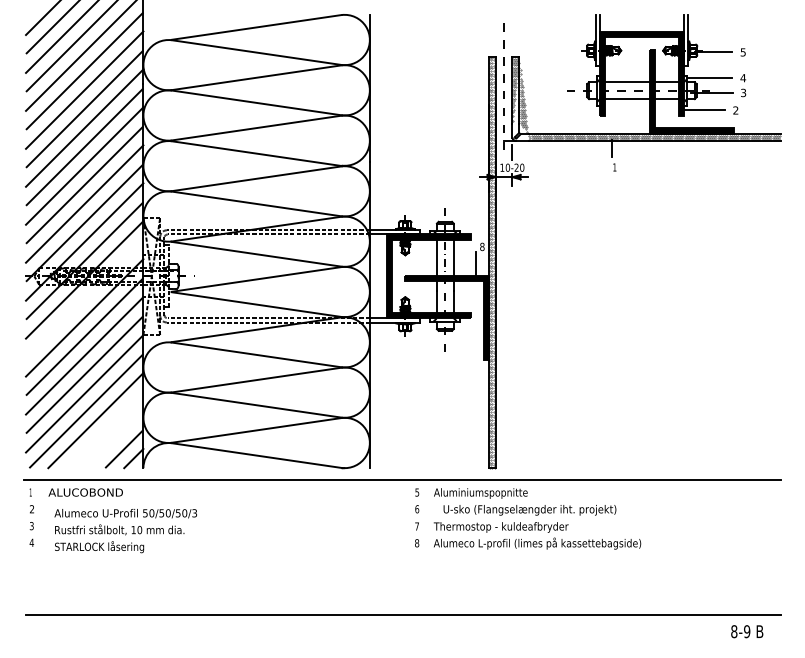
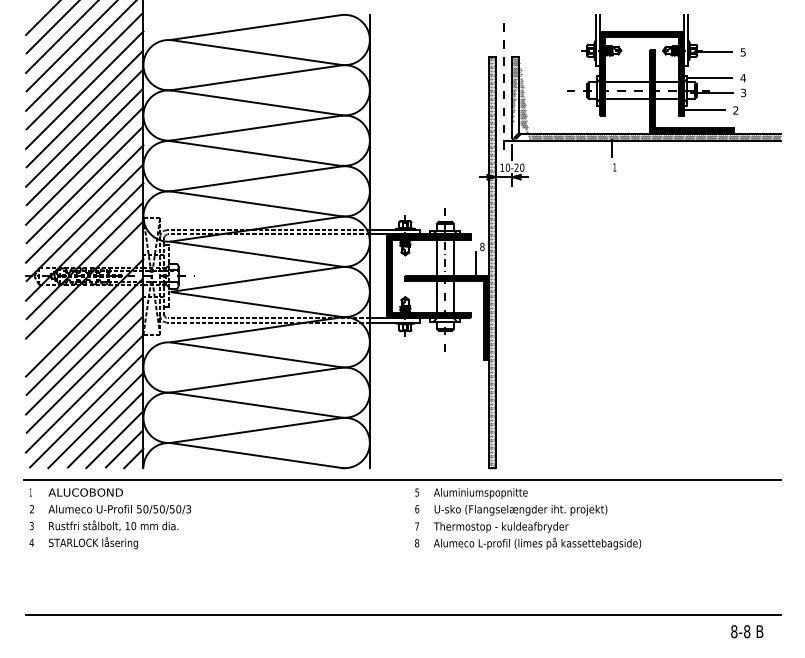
line at (105, 430): none -> present
line at (114, 439): none -> present
text at (529, 510) position: (529, 510) -> (520, 510)
text at (125, 531) position: (125, 531) -> (119, 527)
text at (747, 631): 8-9 -> 8-8
